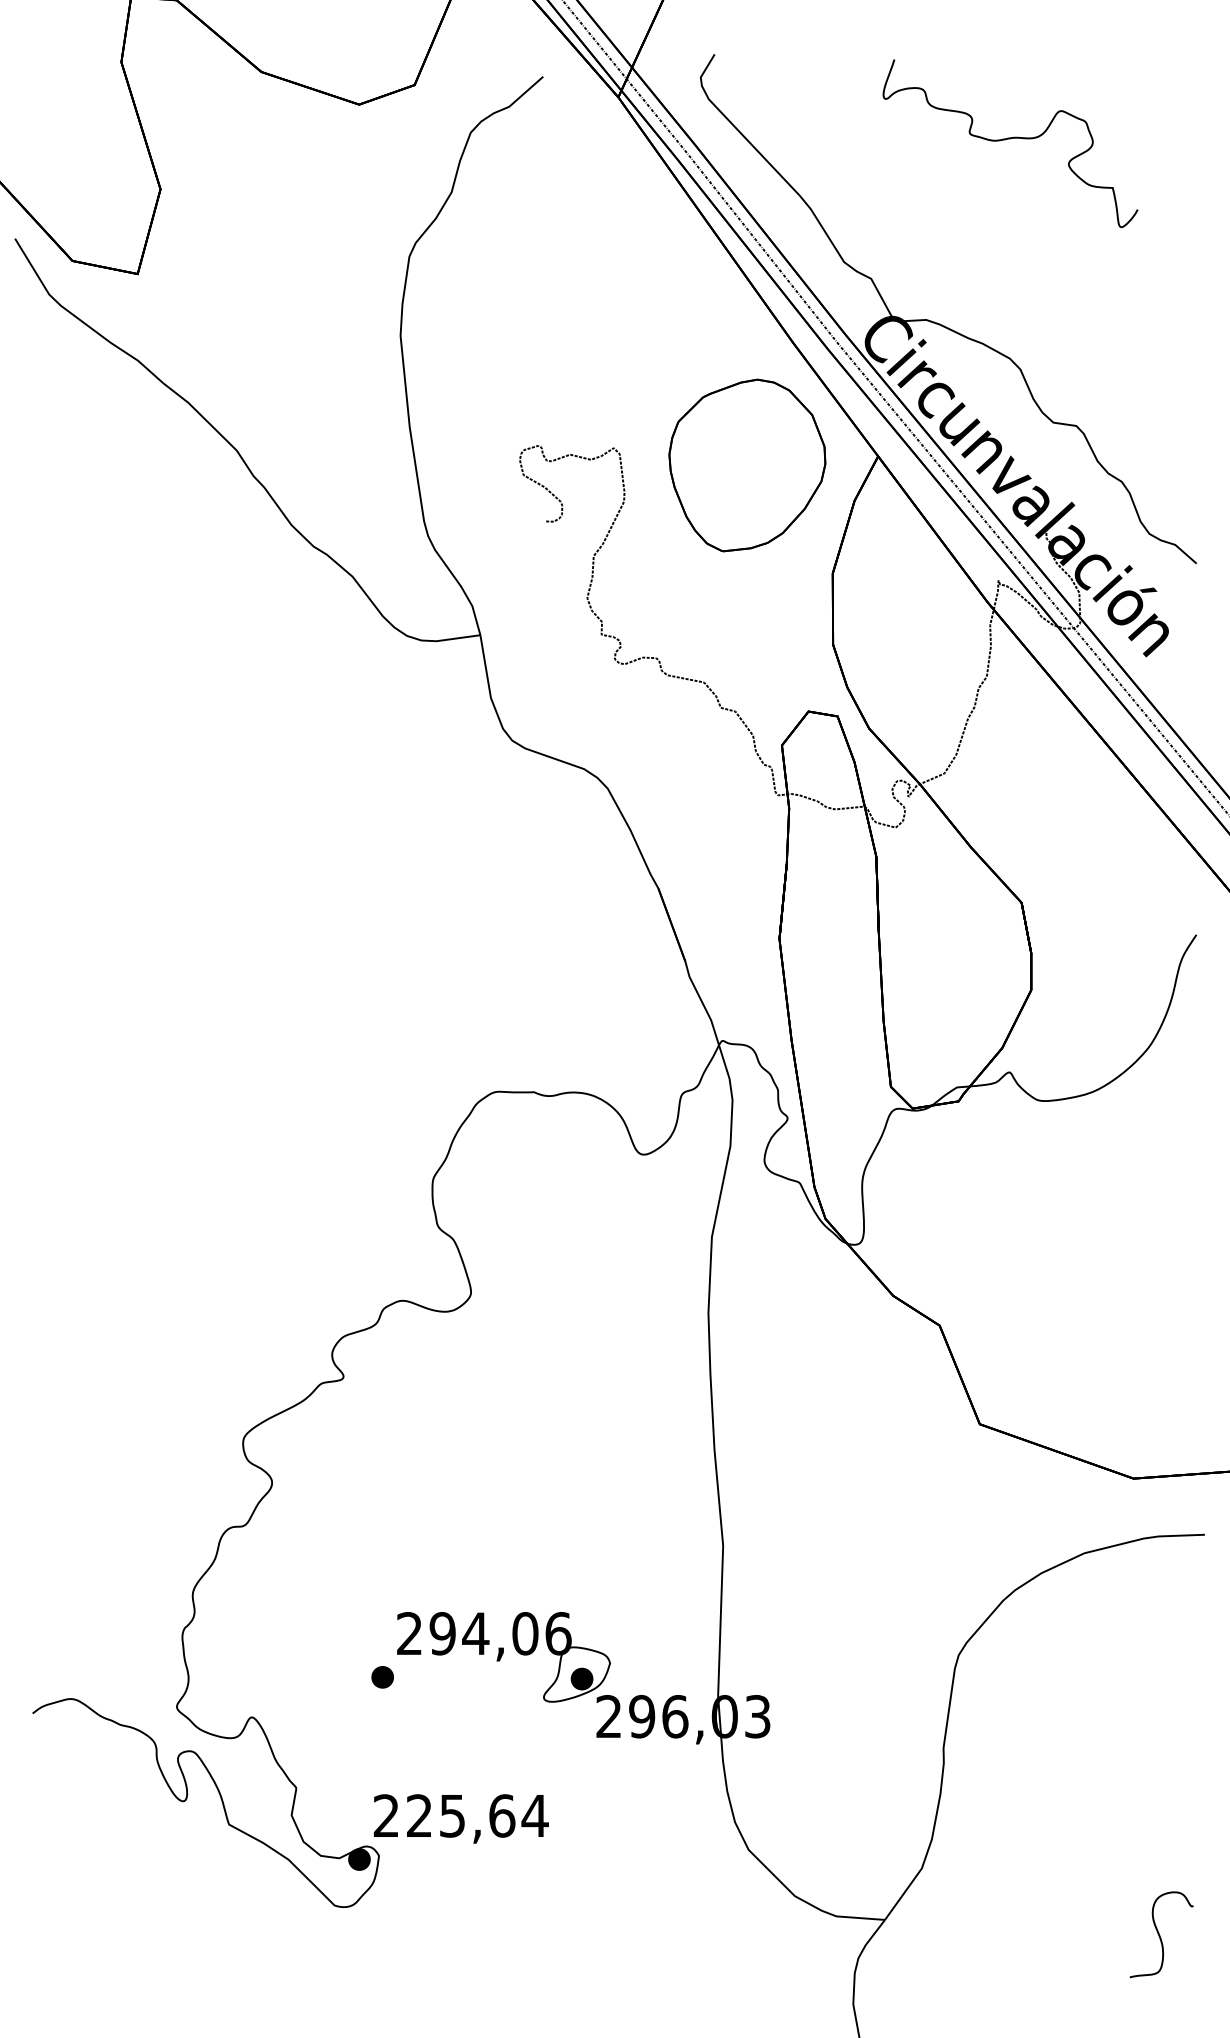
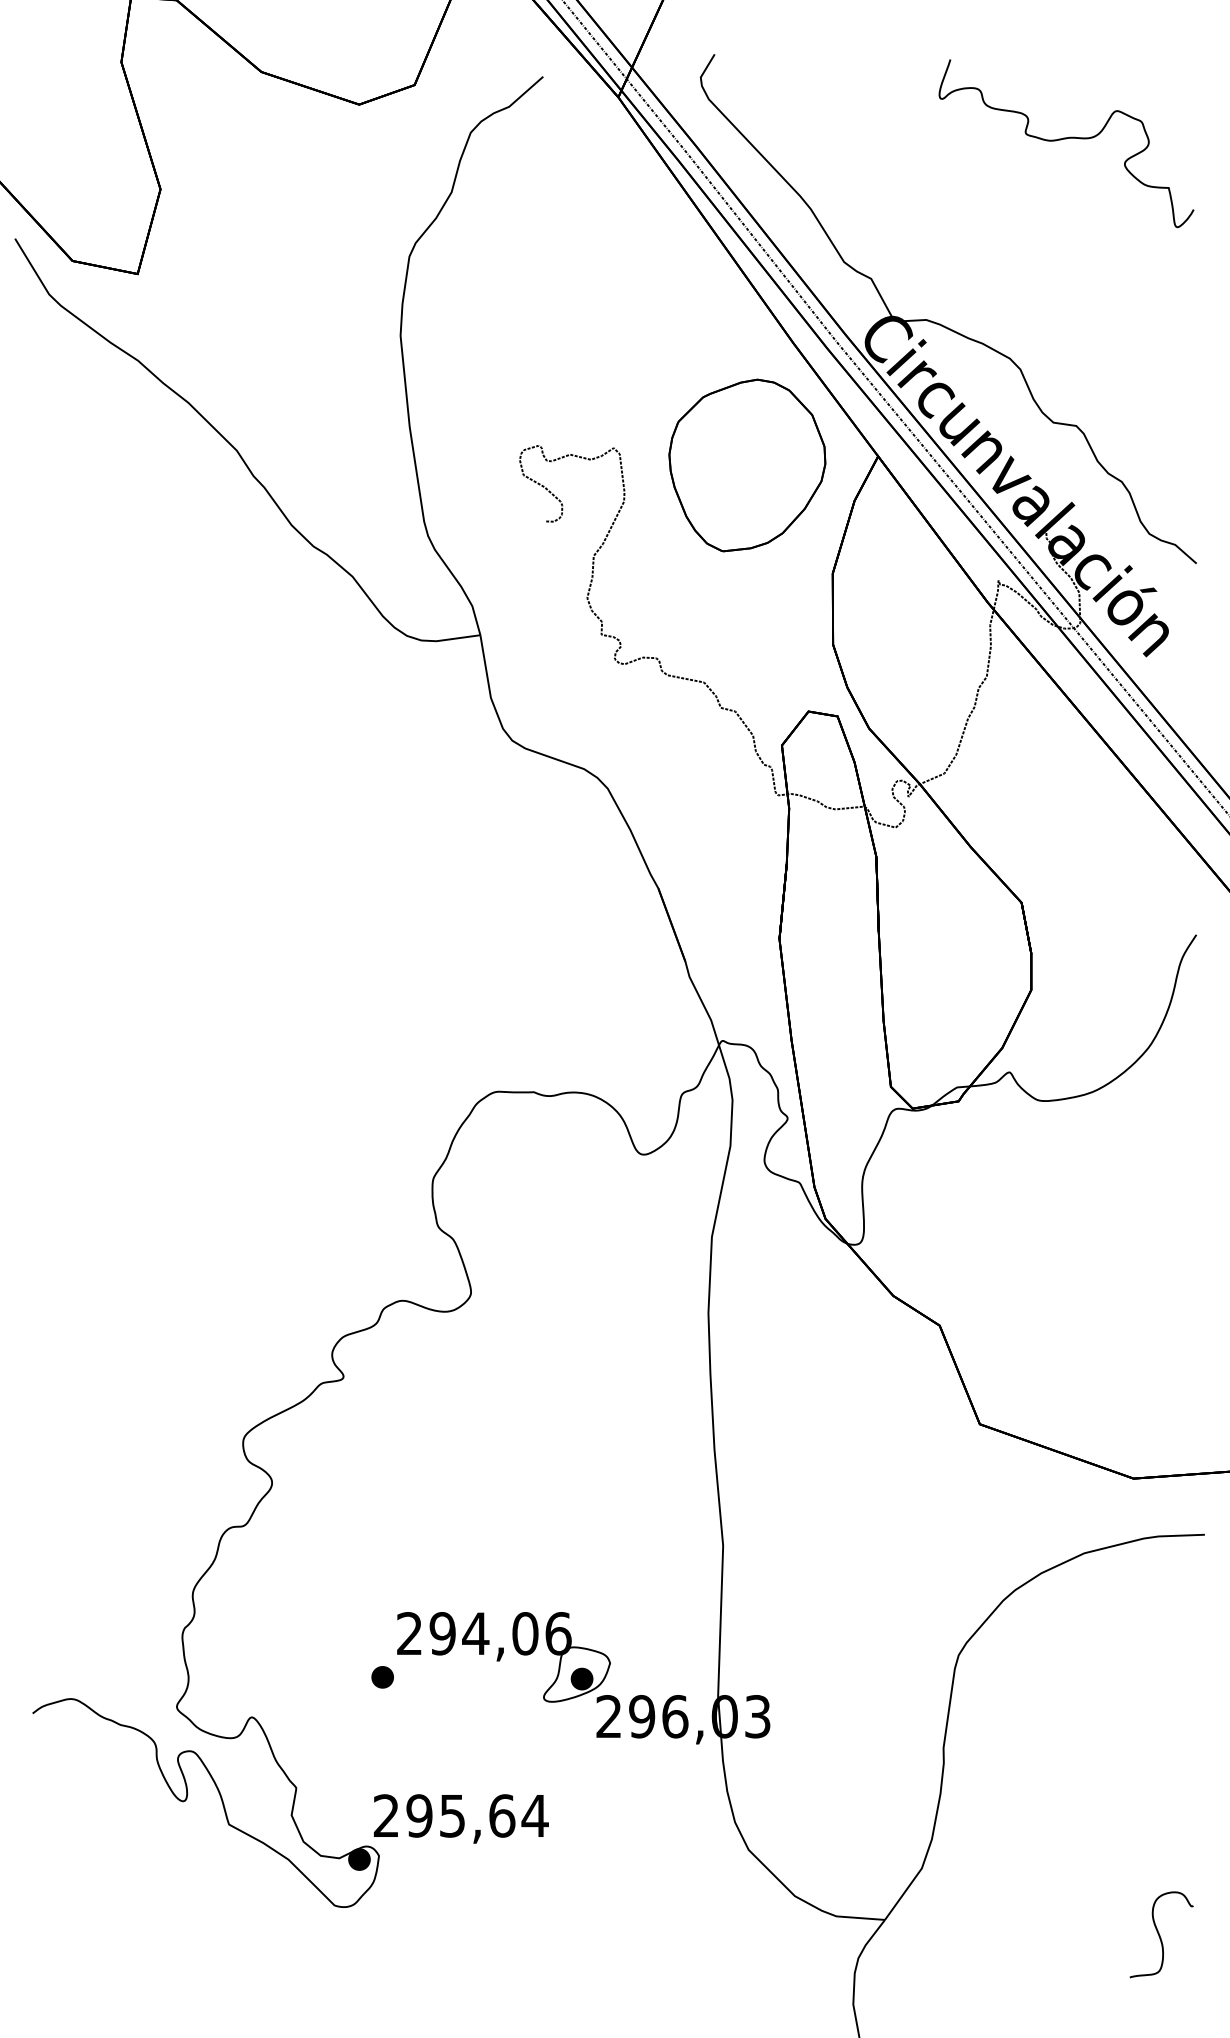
part at (1010, 143) position: (1010, 143) -> (1066, 143)
text at (419, 1815): 225,64 -> 295,64
